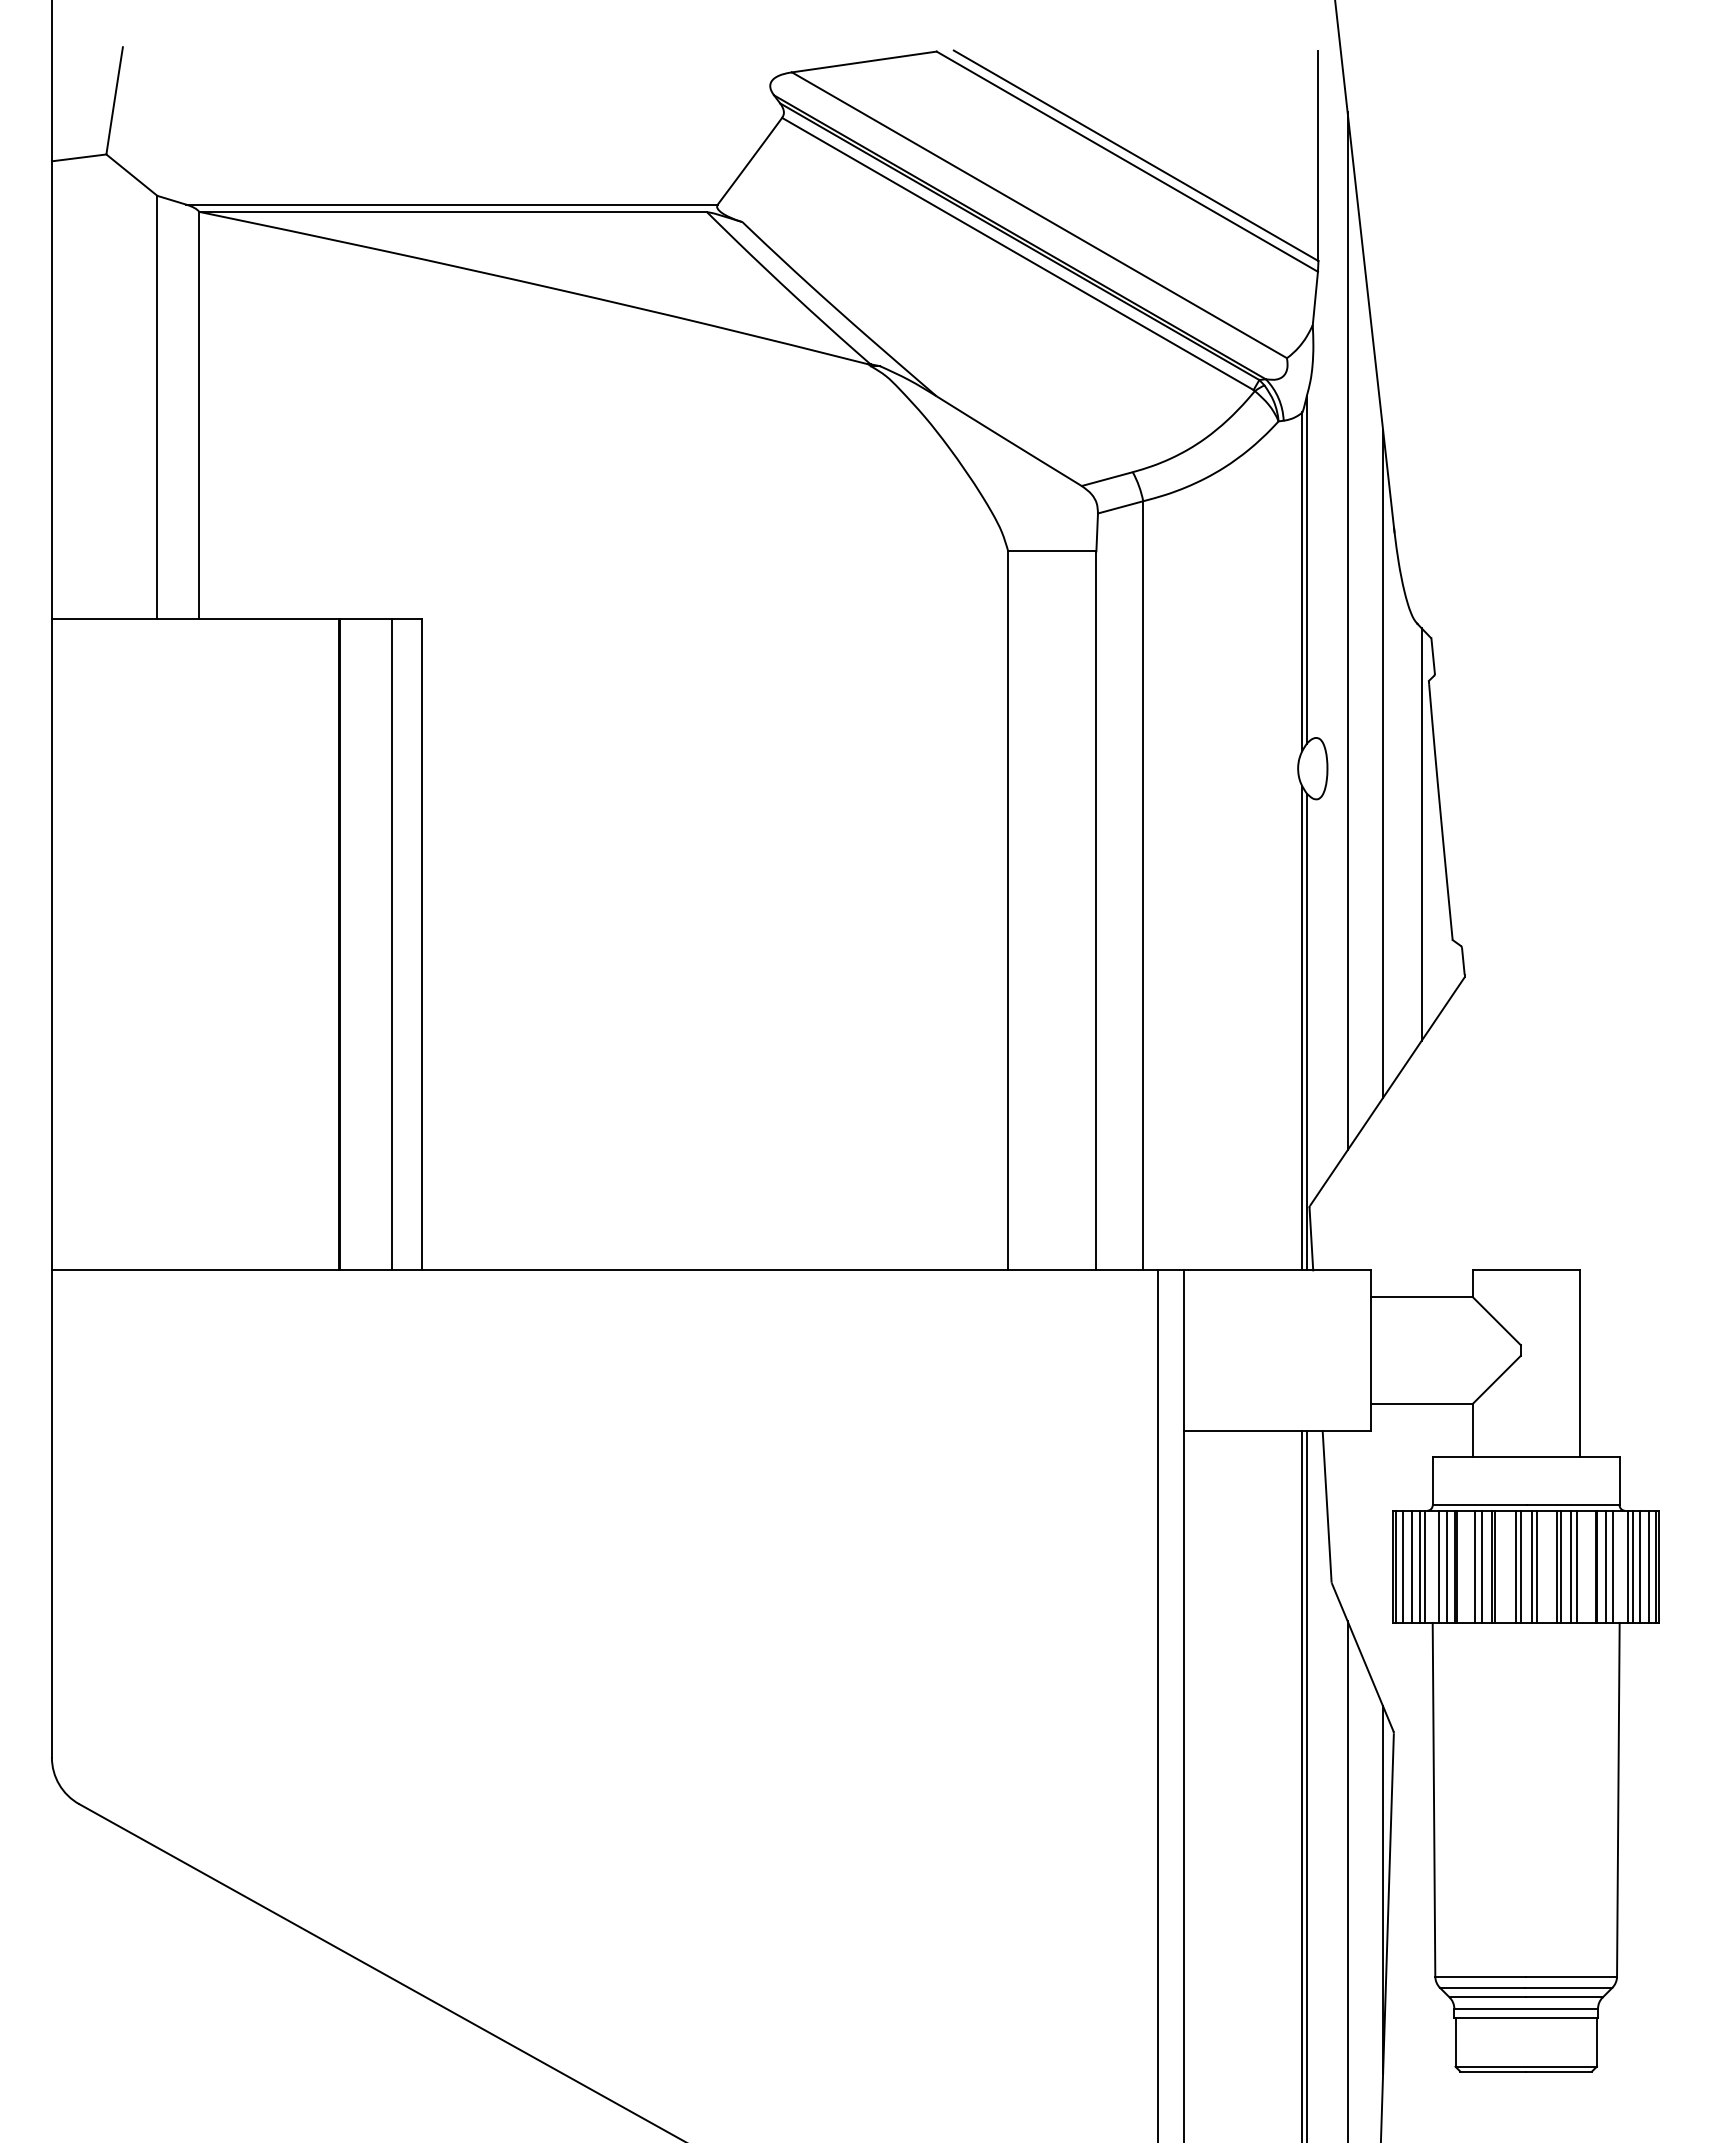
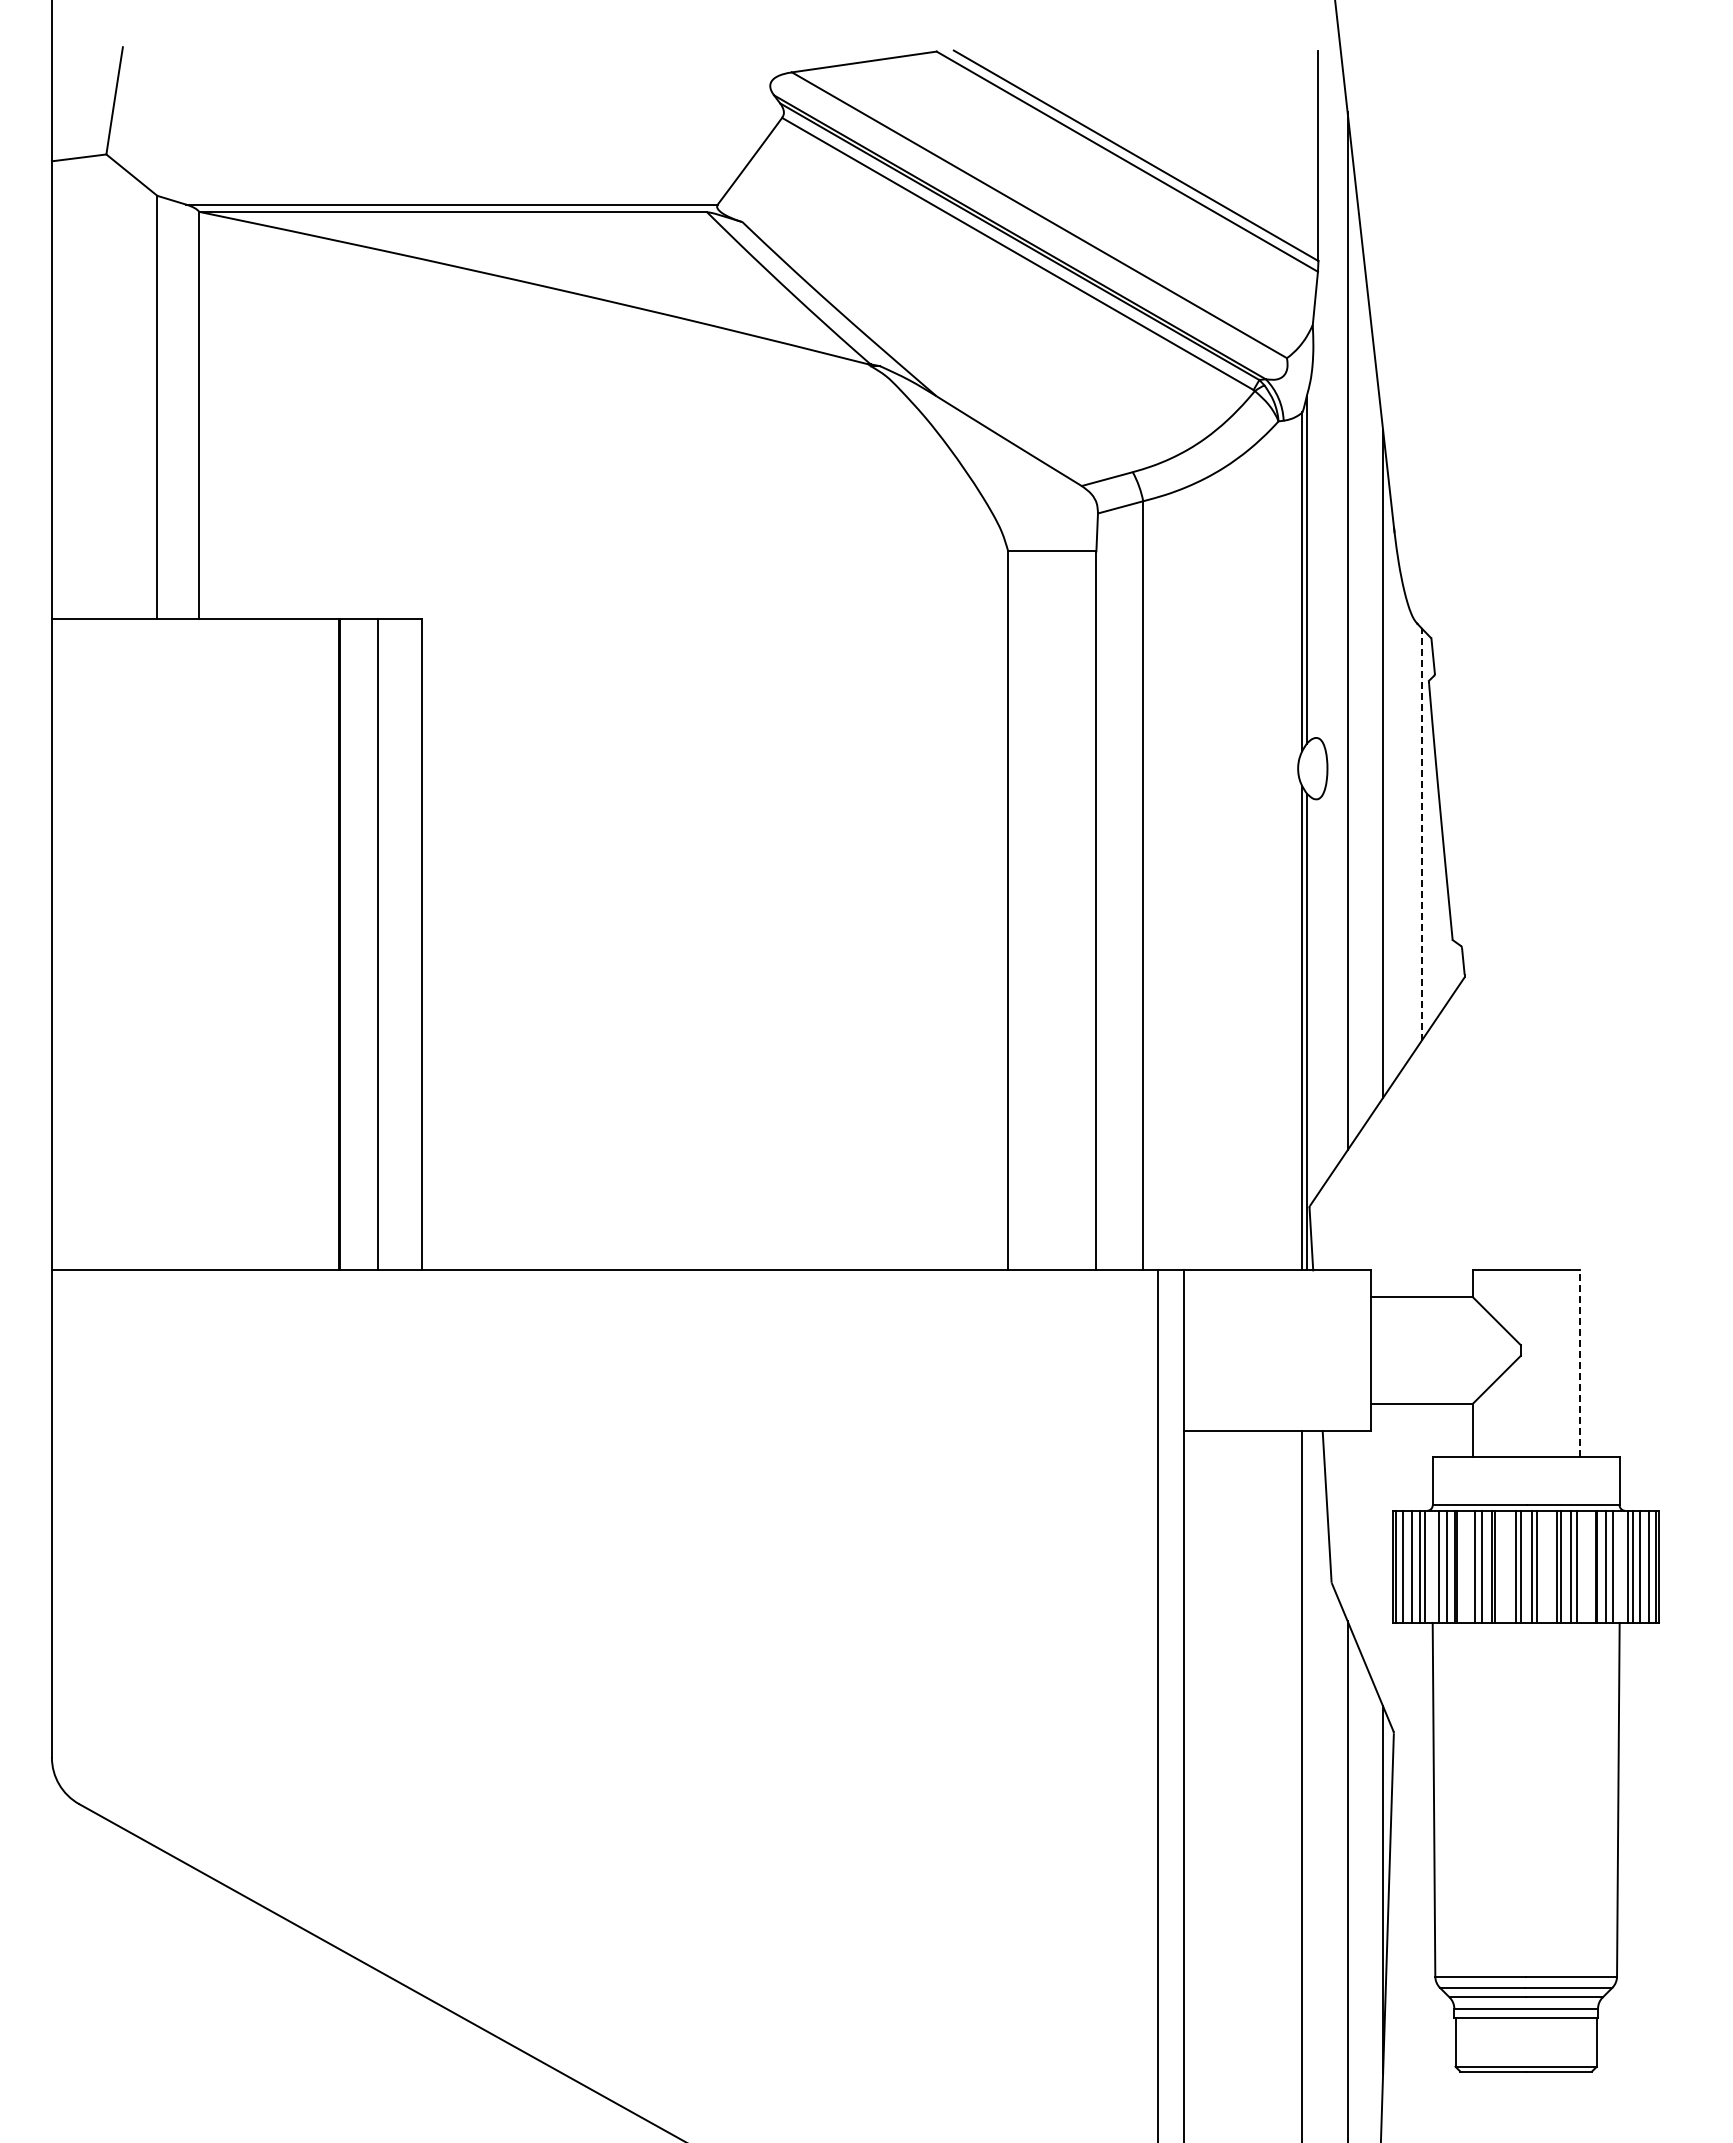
line at (1421, 834): solid -> dashed
line at (391, 944) position: (391, 944) -> (377, 944)
line at (1579, 1363): solid -> dashed
line at (1306, 1784): present -> none
